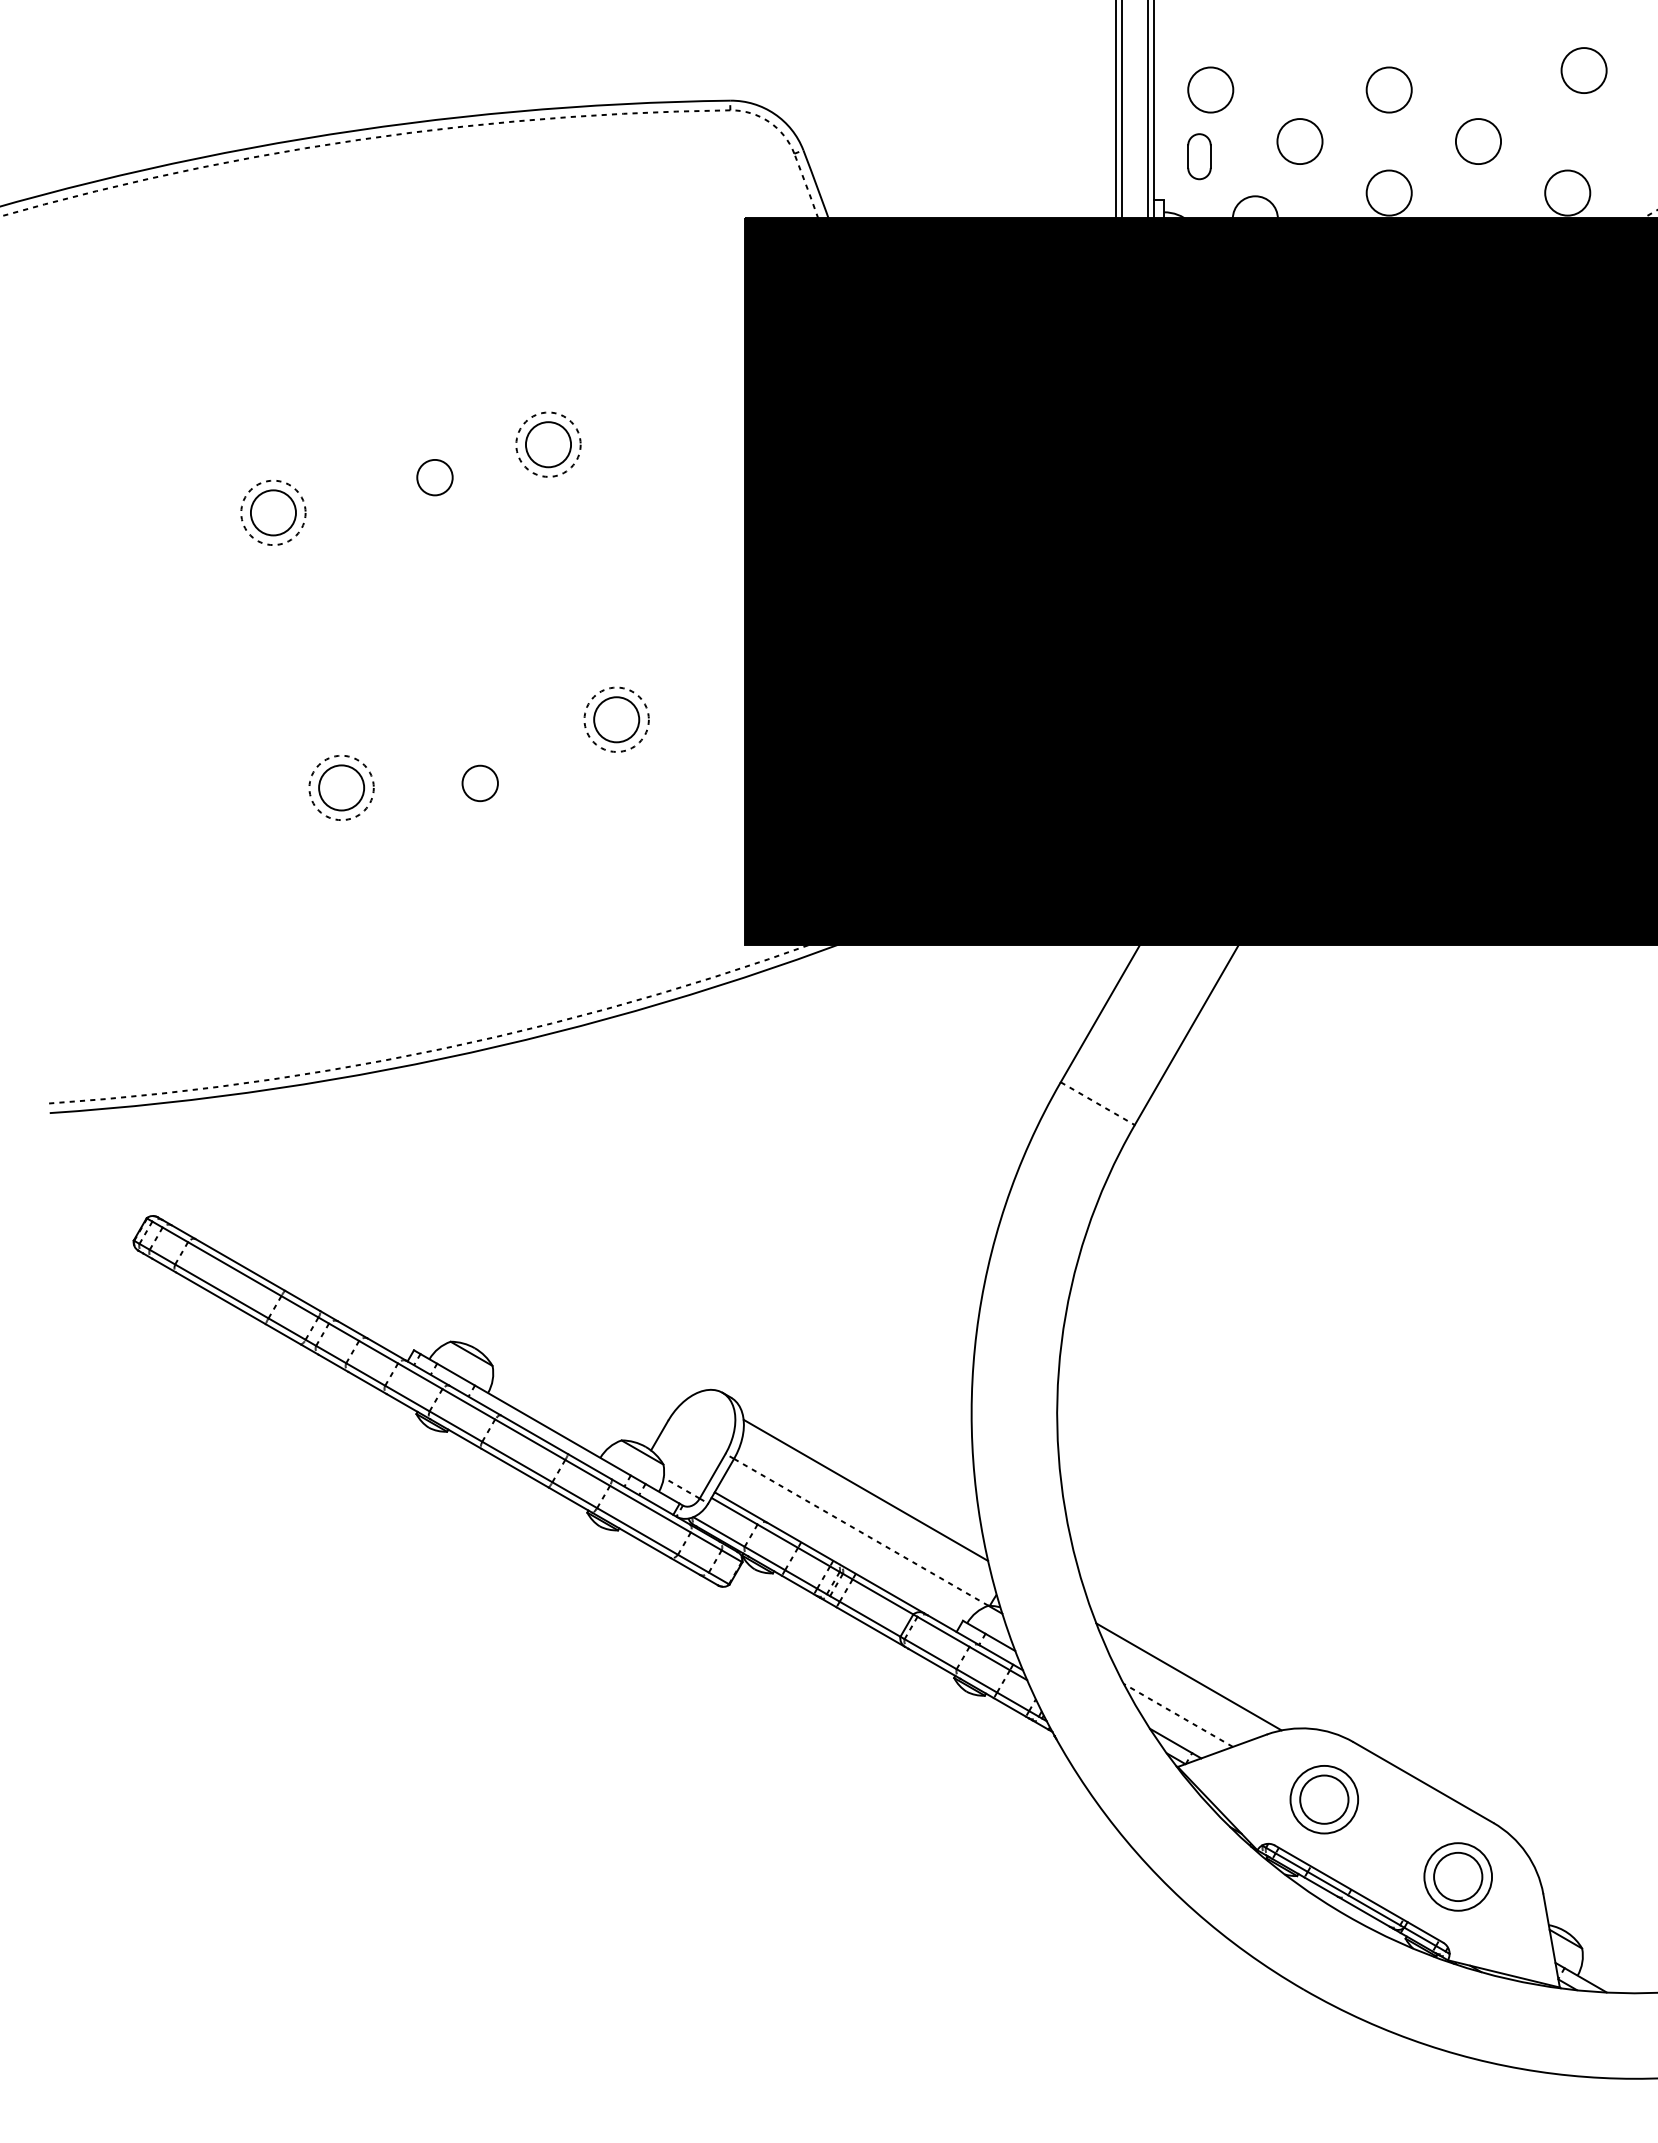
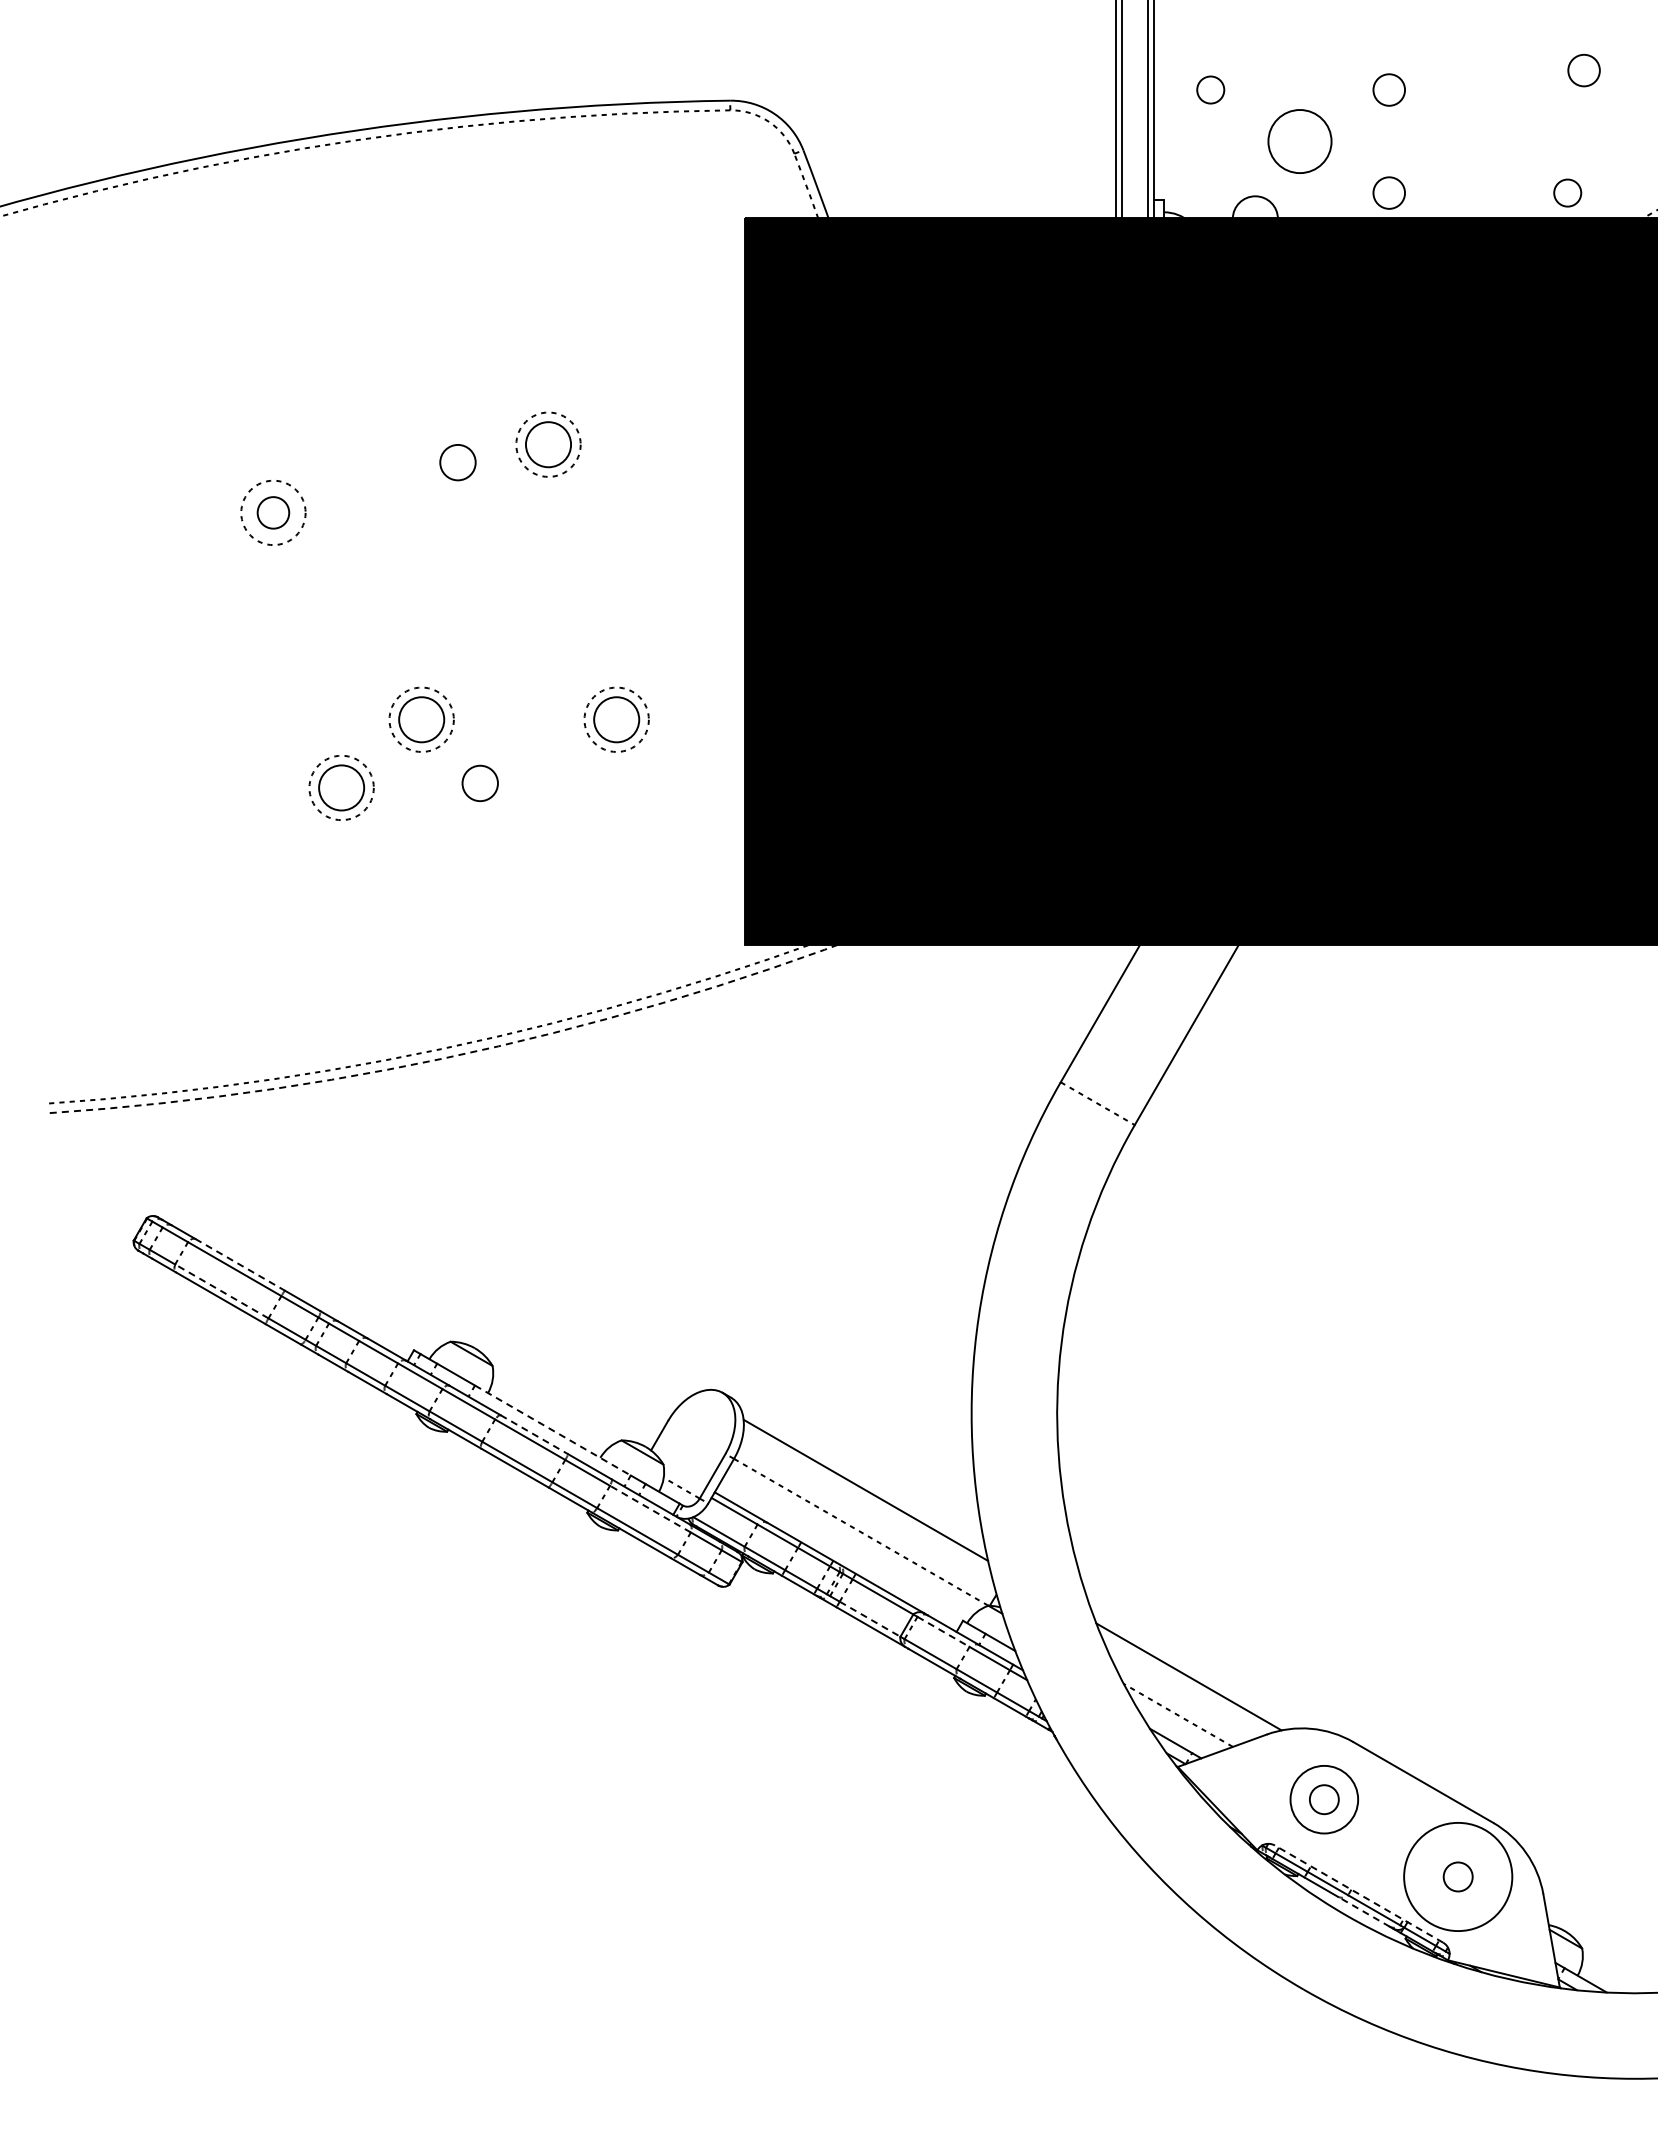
circle at (1583, 70) diameter: 45 px -> 32 px
circle at (1210, 89) diameter: 45 px -> 27 px
circle at (1388, 89) diameter: 45 px -> 32 px
circle at (1299, 141) diameter: 45 px -> 63 px
circle at (1478, 141): present -> none
part at (1199, 156): present -> none
circle at (1388, 192) diameter: 45 px -> 32 px
circle at (1567, 192) diameter: 45 px -> 27 px
circle at (434, 477) position: (434, 477) -> (457, 462)
circle at (273, 512) diameter: 45 px -> 32 px
part at (421, 719): none -> present
arc at (498, 1046): solid -> dashed
line at (240, 1264): solid -> dashed
line at (221, 1291): solid -> dashed
line at (552, 1430): solid -> dashed
line at (534, 1434): solid -> dashed
line at (650, 1509): solid -> dashed
line at (870, 1619): solid -> dashed
line at (943, 1632): solid -> dashed
circle at (1324, 1799) diameter: 48 px -> 29 px
circle at (1458, 1876) diameter: 48 px -> 29 px
circle at (1458, 1876) diameter: 68 px -> 108 px
line at (1358, 1893): solid -> dashed
line at (1363, 1911): solid -> dashed
